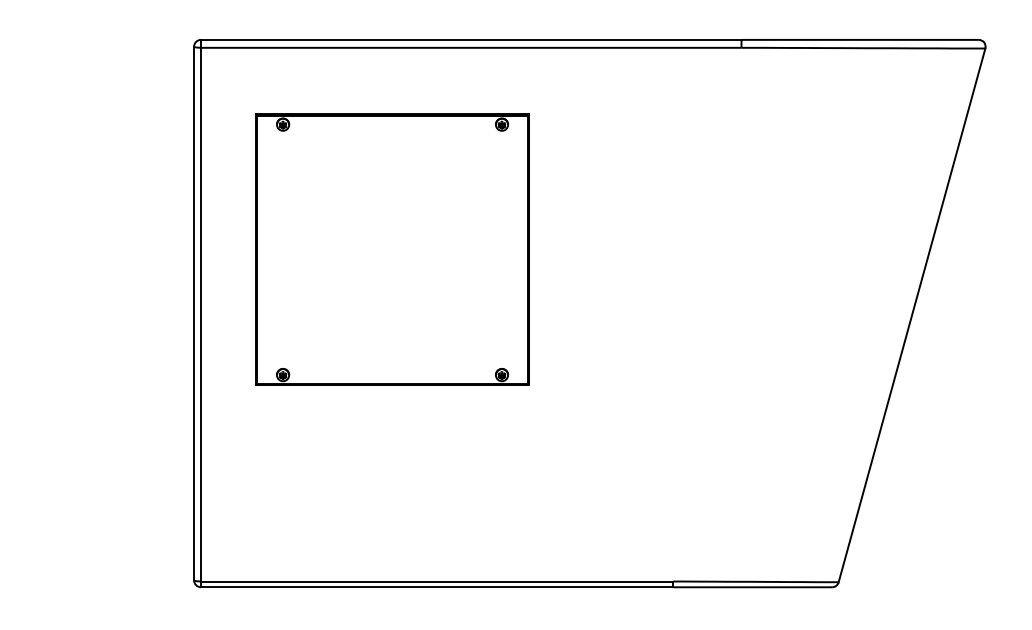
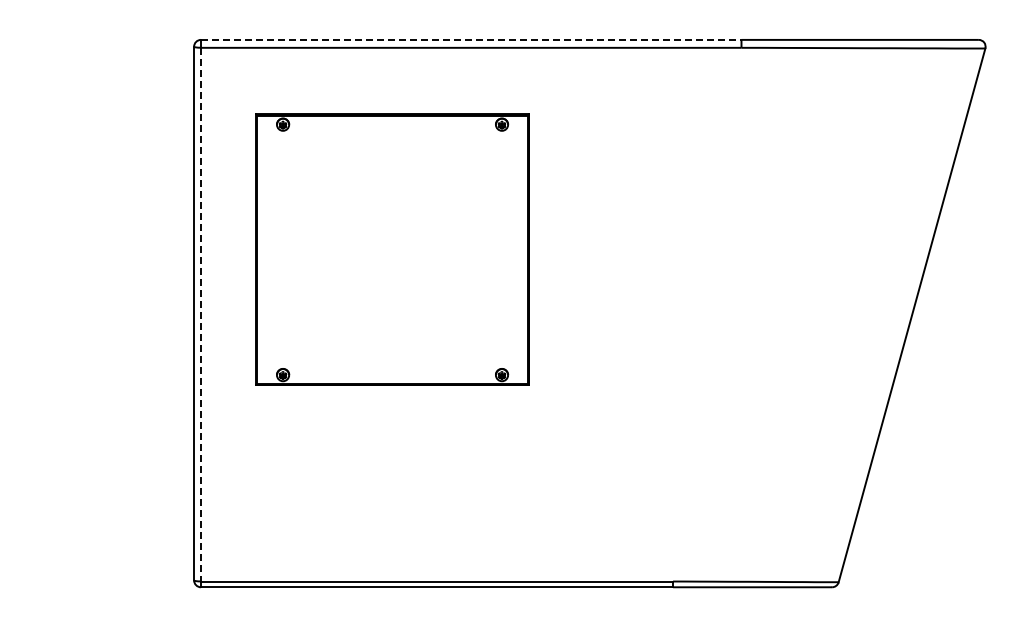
line at (471, 39): solid -> dashed
line at (200, 314): solid -> dashed
